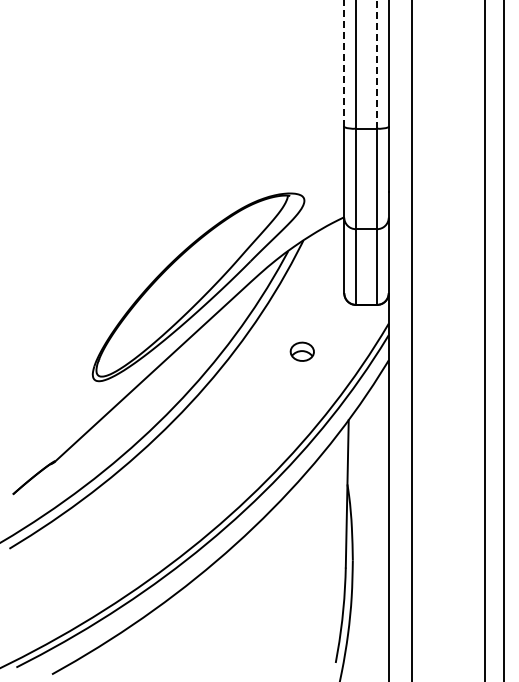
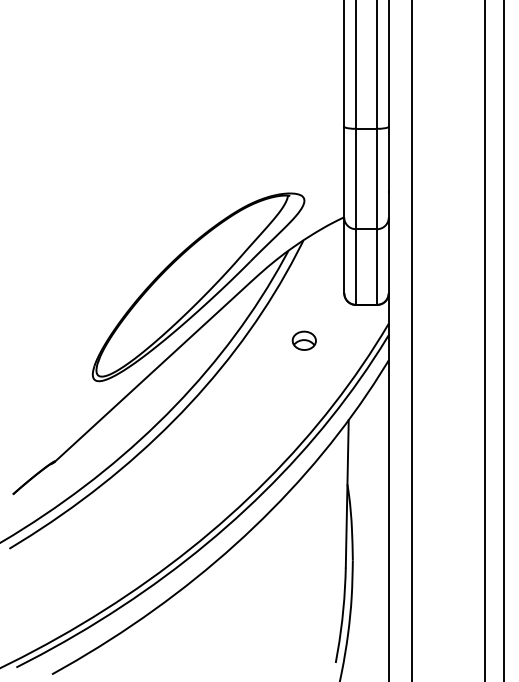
line at (344, 63): dashed -> solid
line at (377, 64): dashed -> solid
part at (301, 351) position: (301, 351) -> (303, 340)
